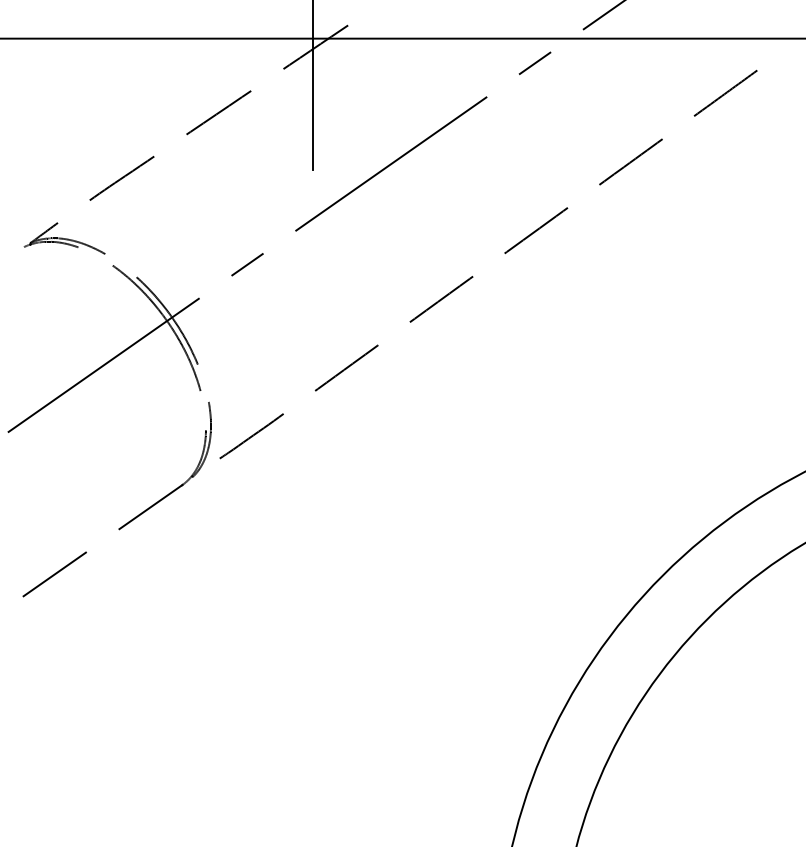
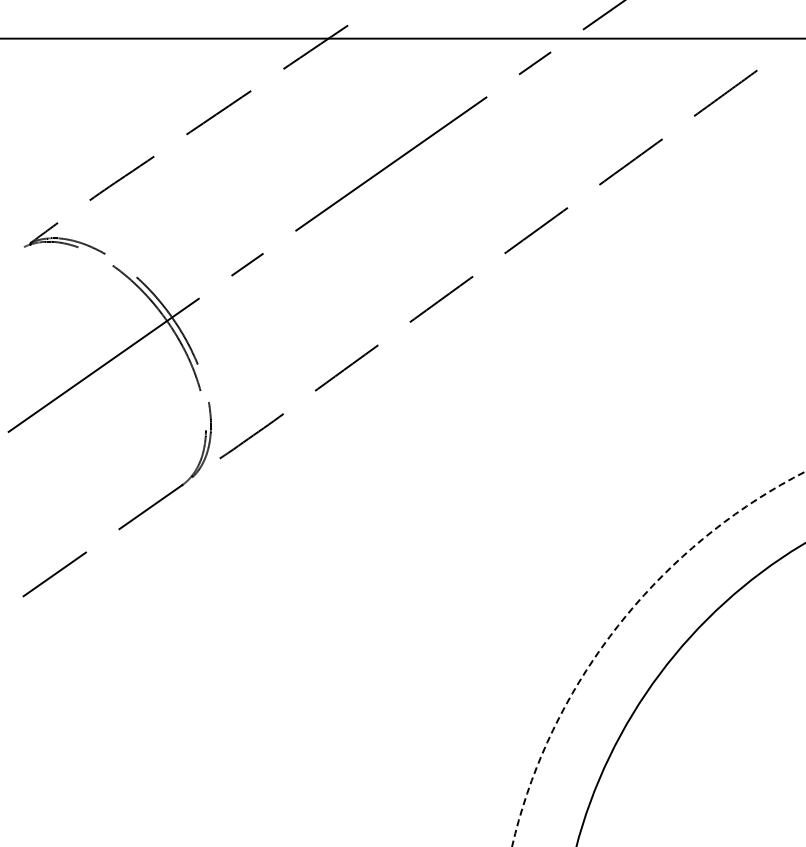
line at (313, 86): present -> none
circle at (658, 658): solid -> dashed
